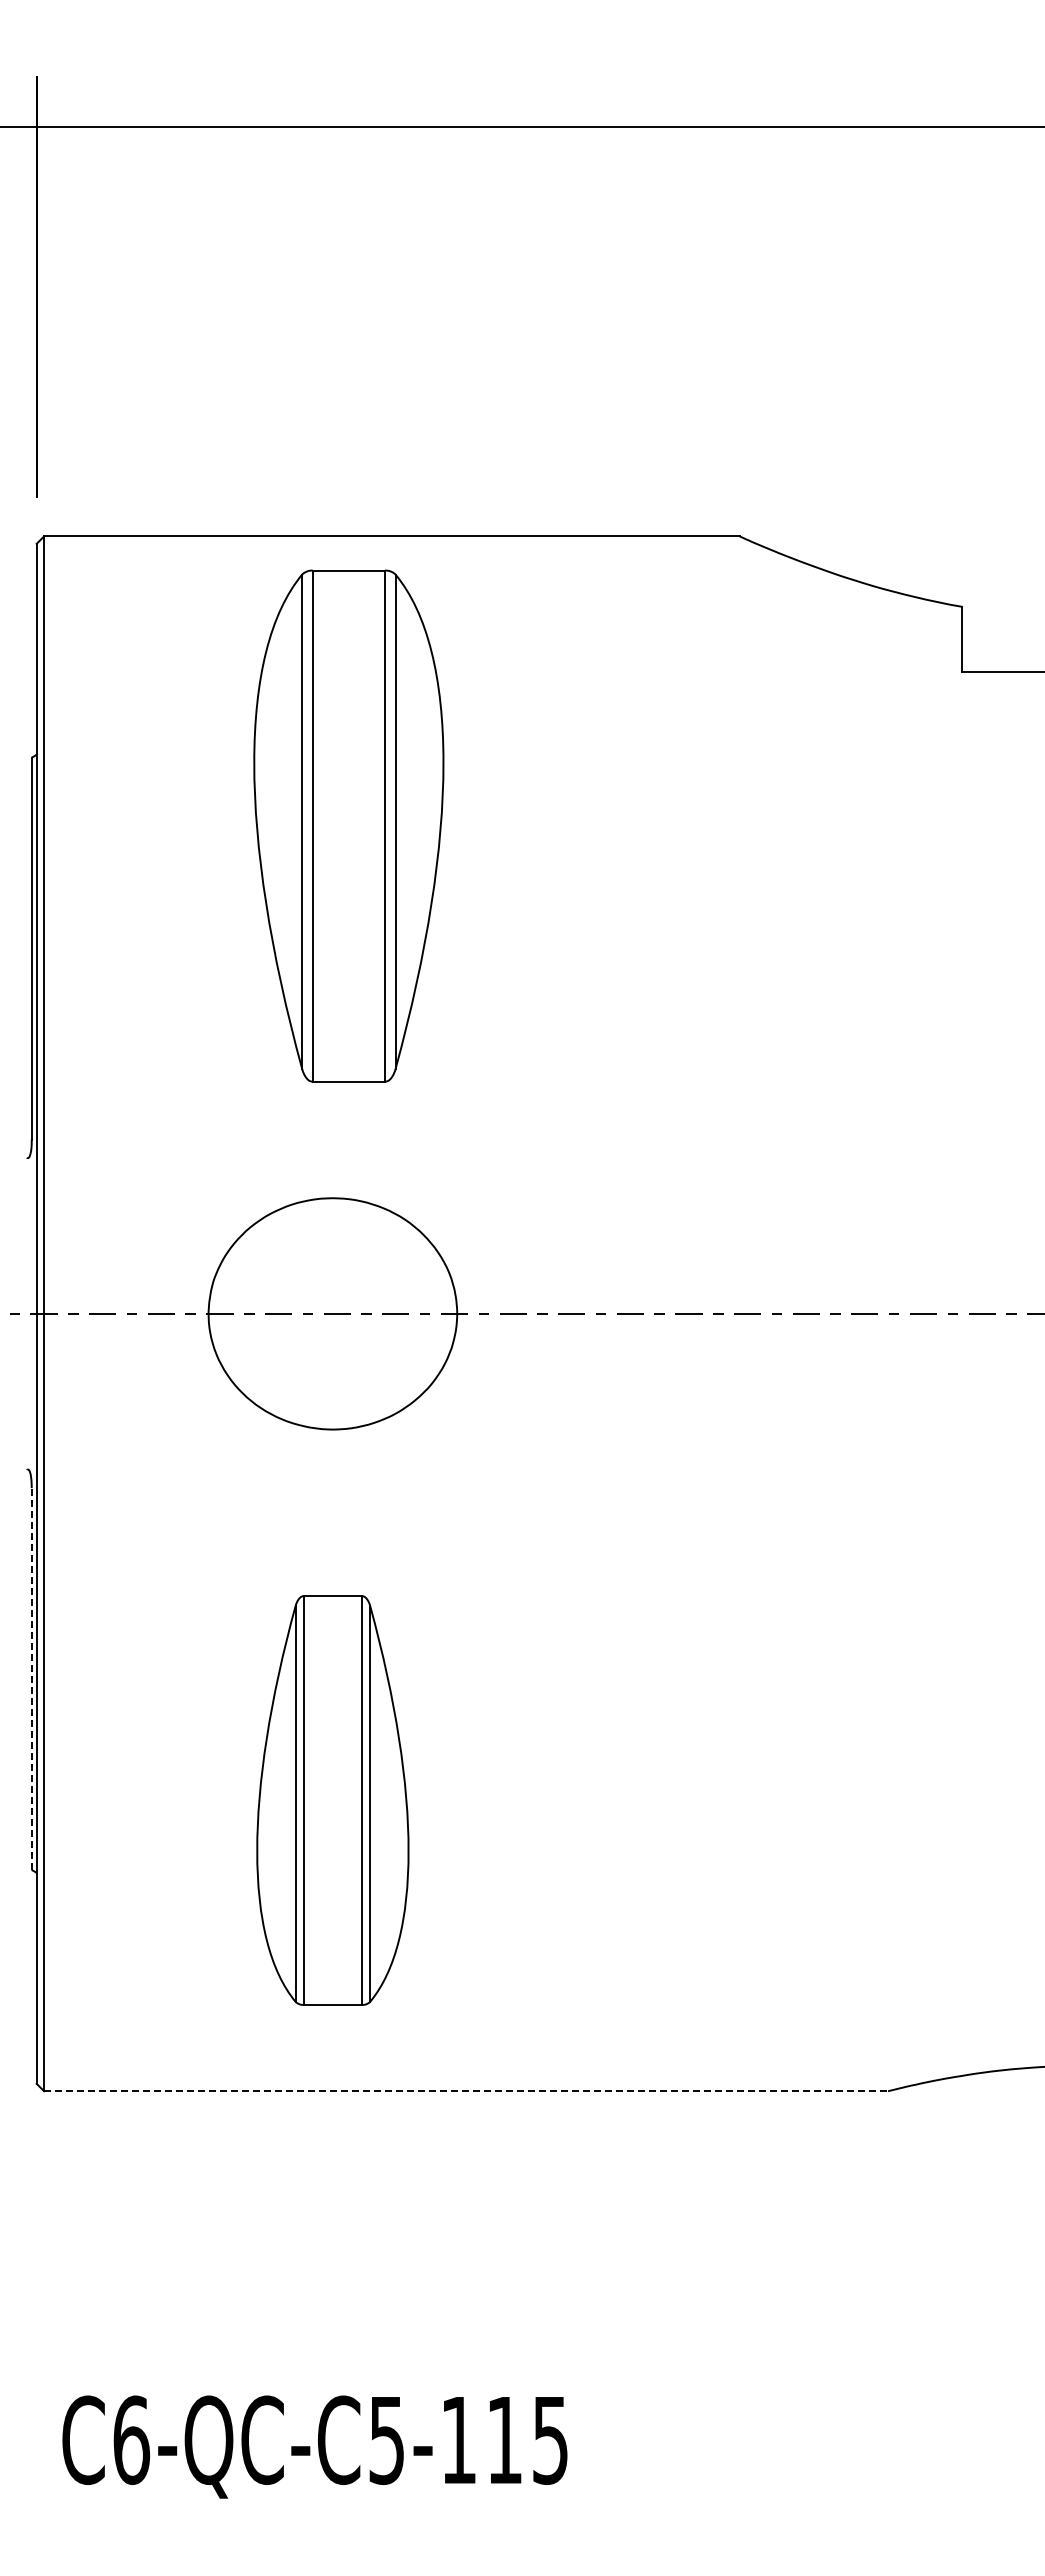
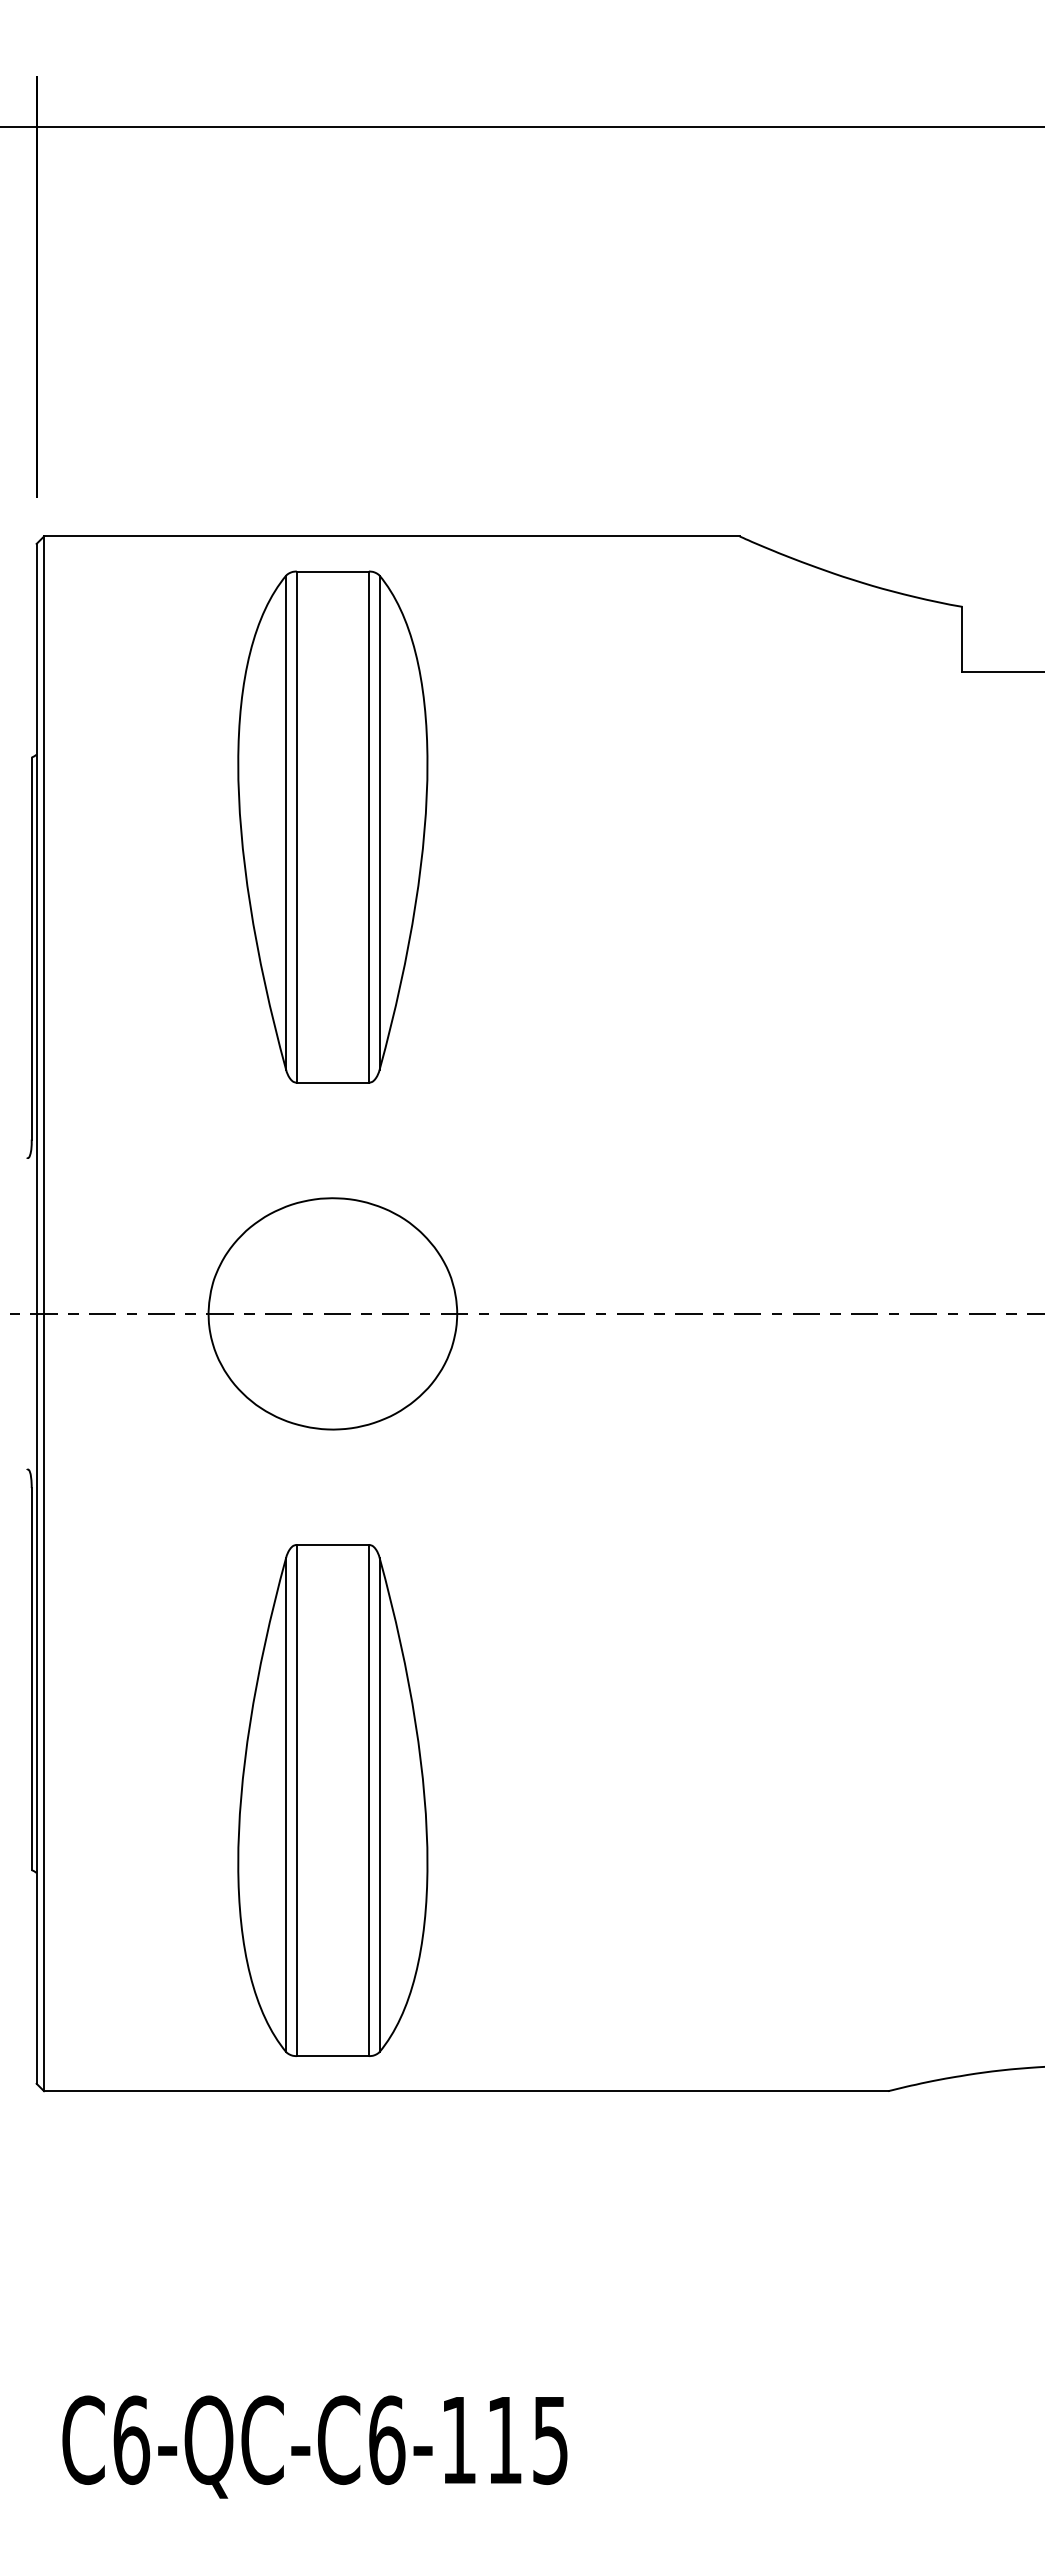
part at (348, 825) position: (348, 825) -> (332, 826)
line at (31, 1679): dashed -> solid
part at (332, 1800) size: 154x411 px -> 192x513 px
line at (466, 2091): dashed -> solid
text at (387, 2440): C6-QC-C5-115 -> C6-QC-C6-115
